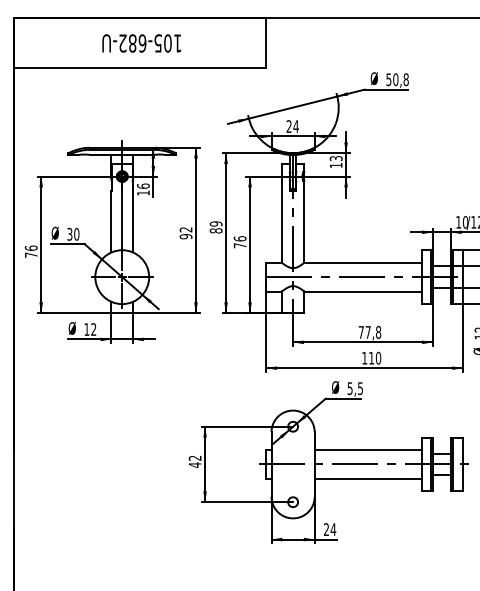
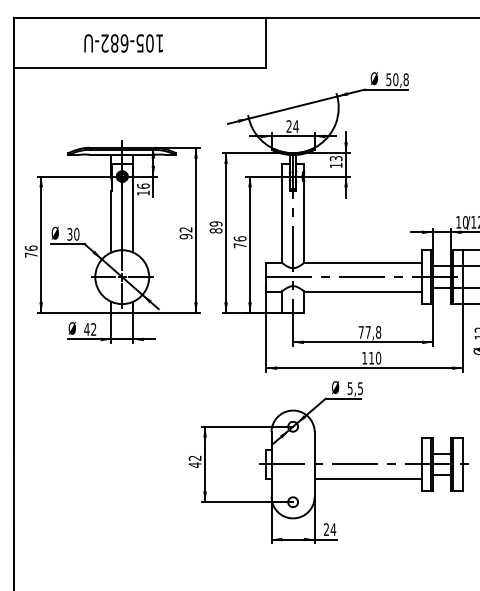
text at (141, 43) position: (141, 43) -> (123, 43)
text at (86, 329): 12 -> 42
line at (368, 450): present -> none
